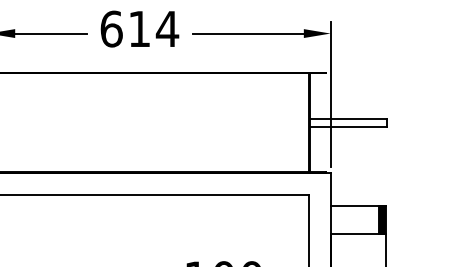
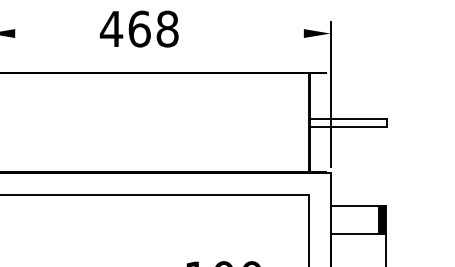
text at (139, 28): 614 -> 468
line at (50, 33): present -> none
line at (247, 33): present -> none
